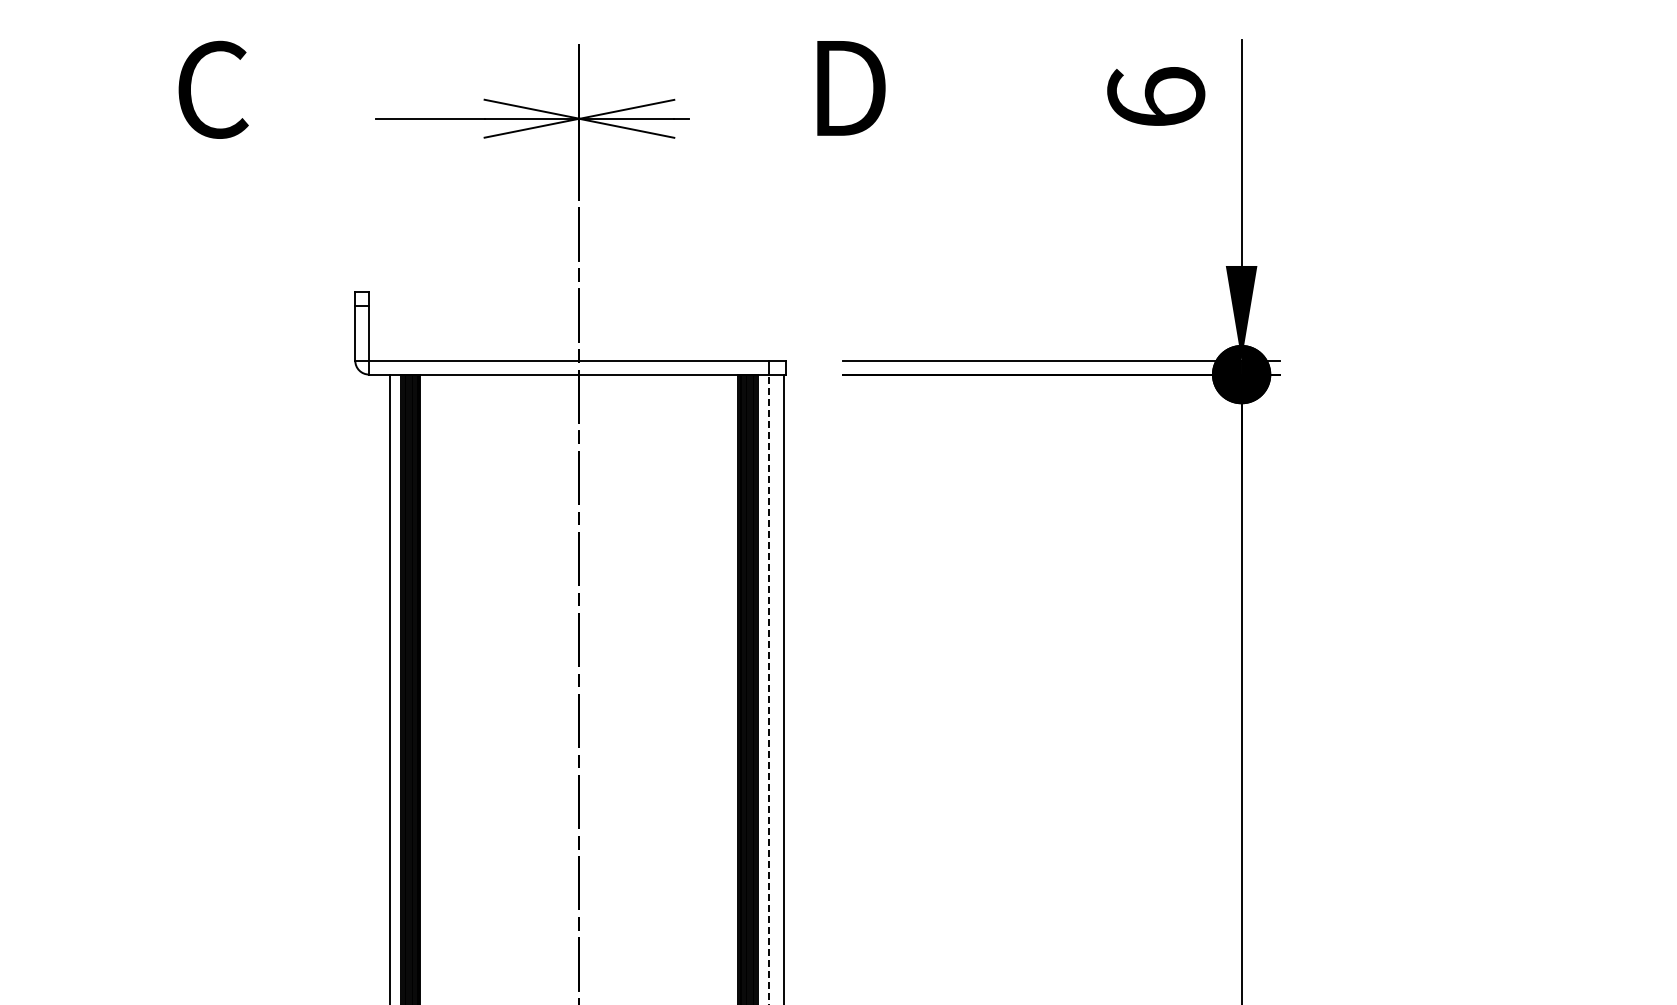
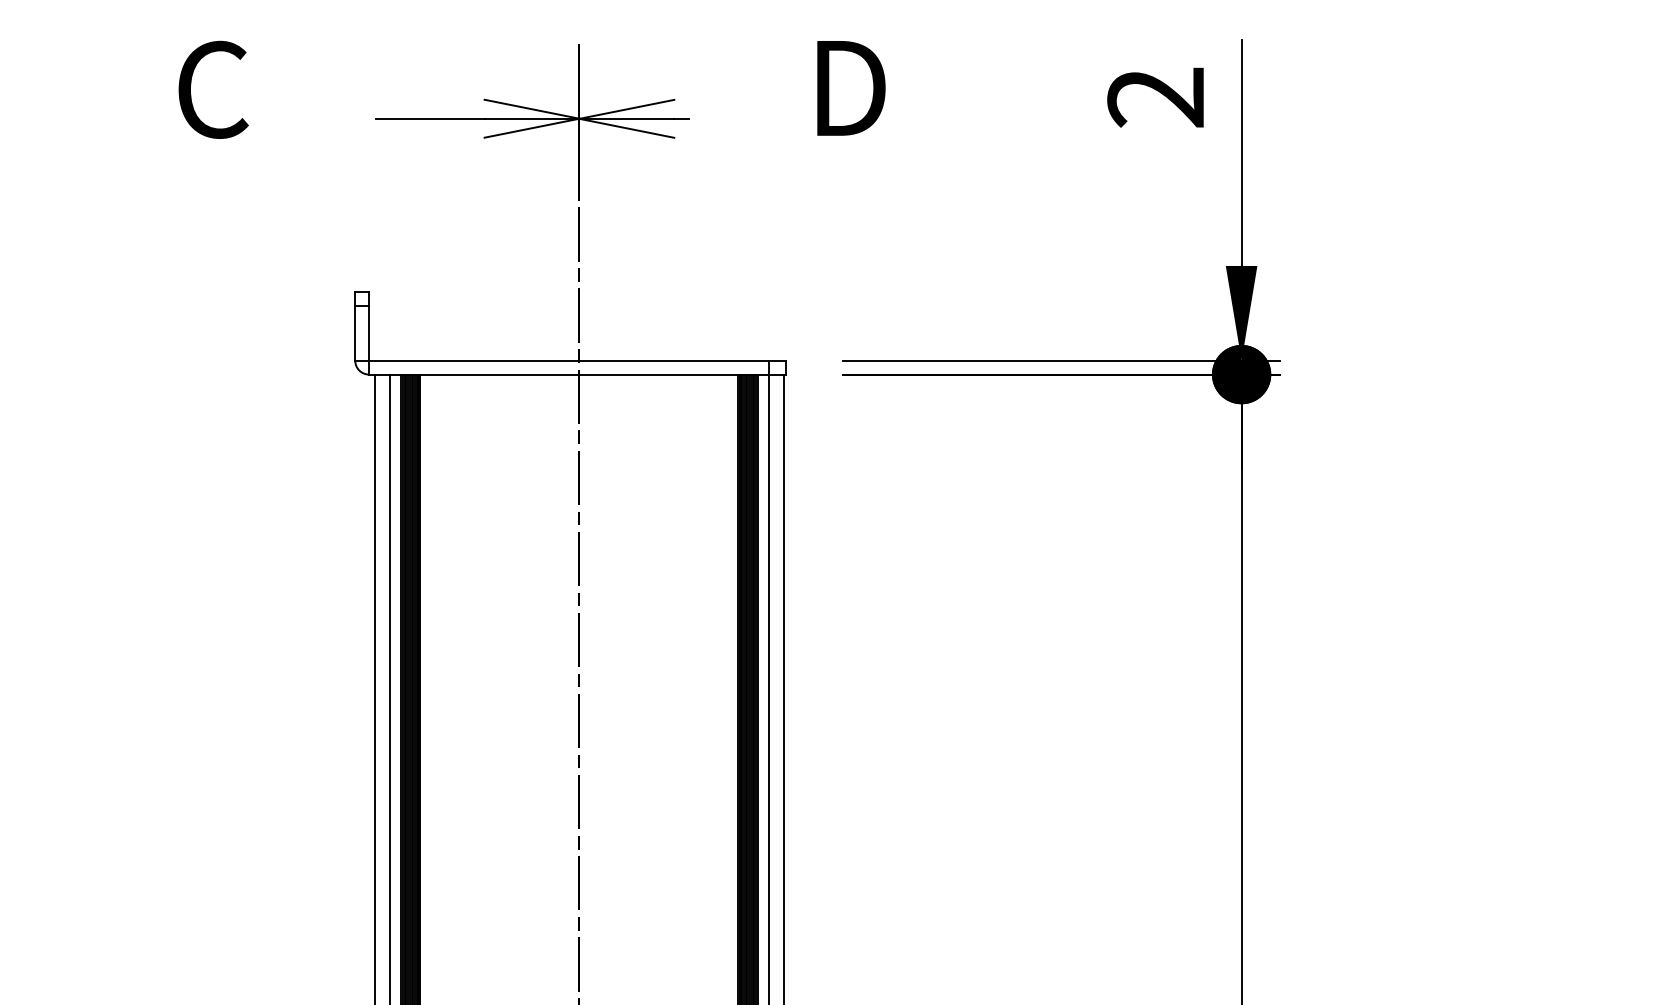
text at (1156, 97): 6 -> 2
line at (374, 687): none -> present
line at (769, 688): dashed -> solid
